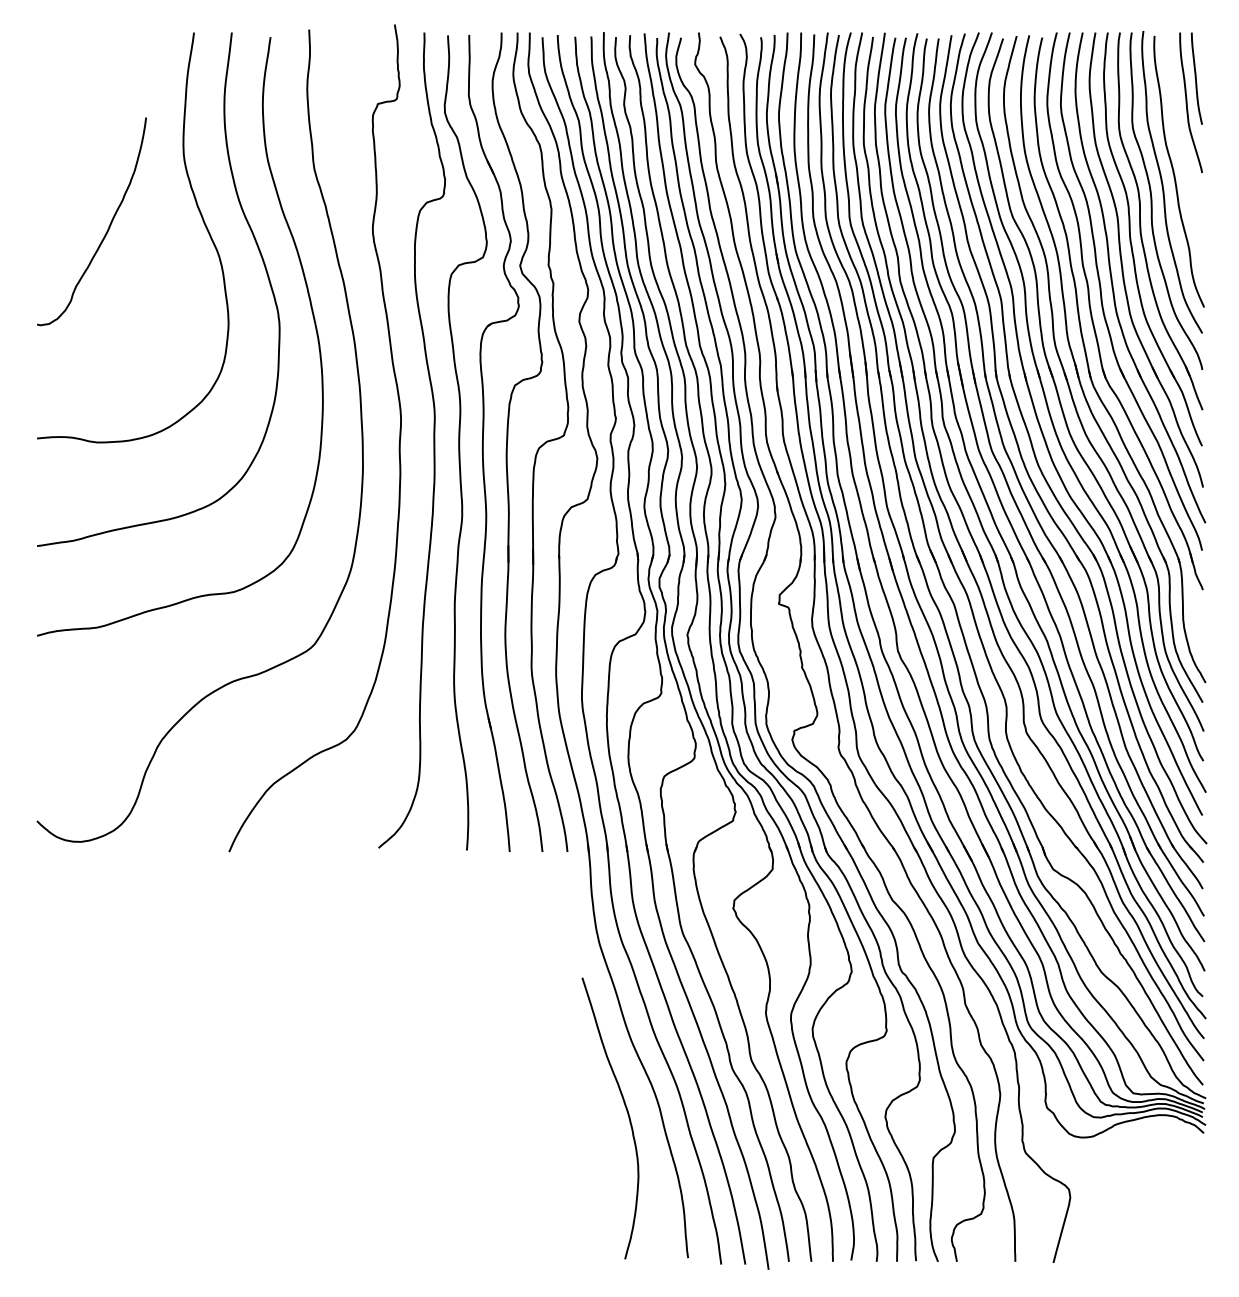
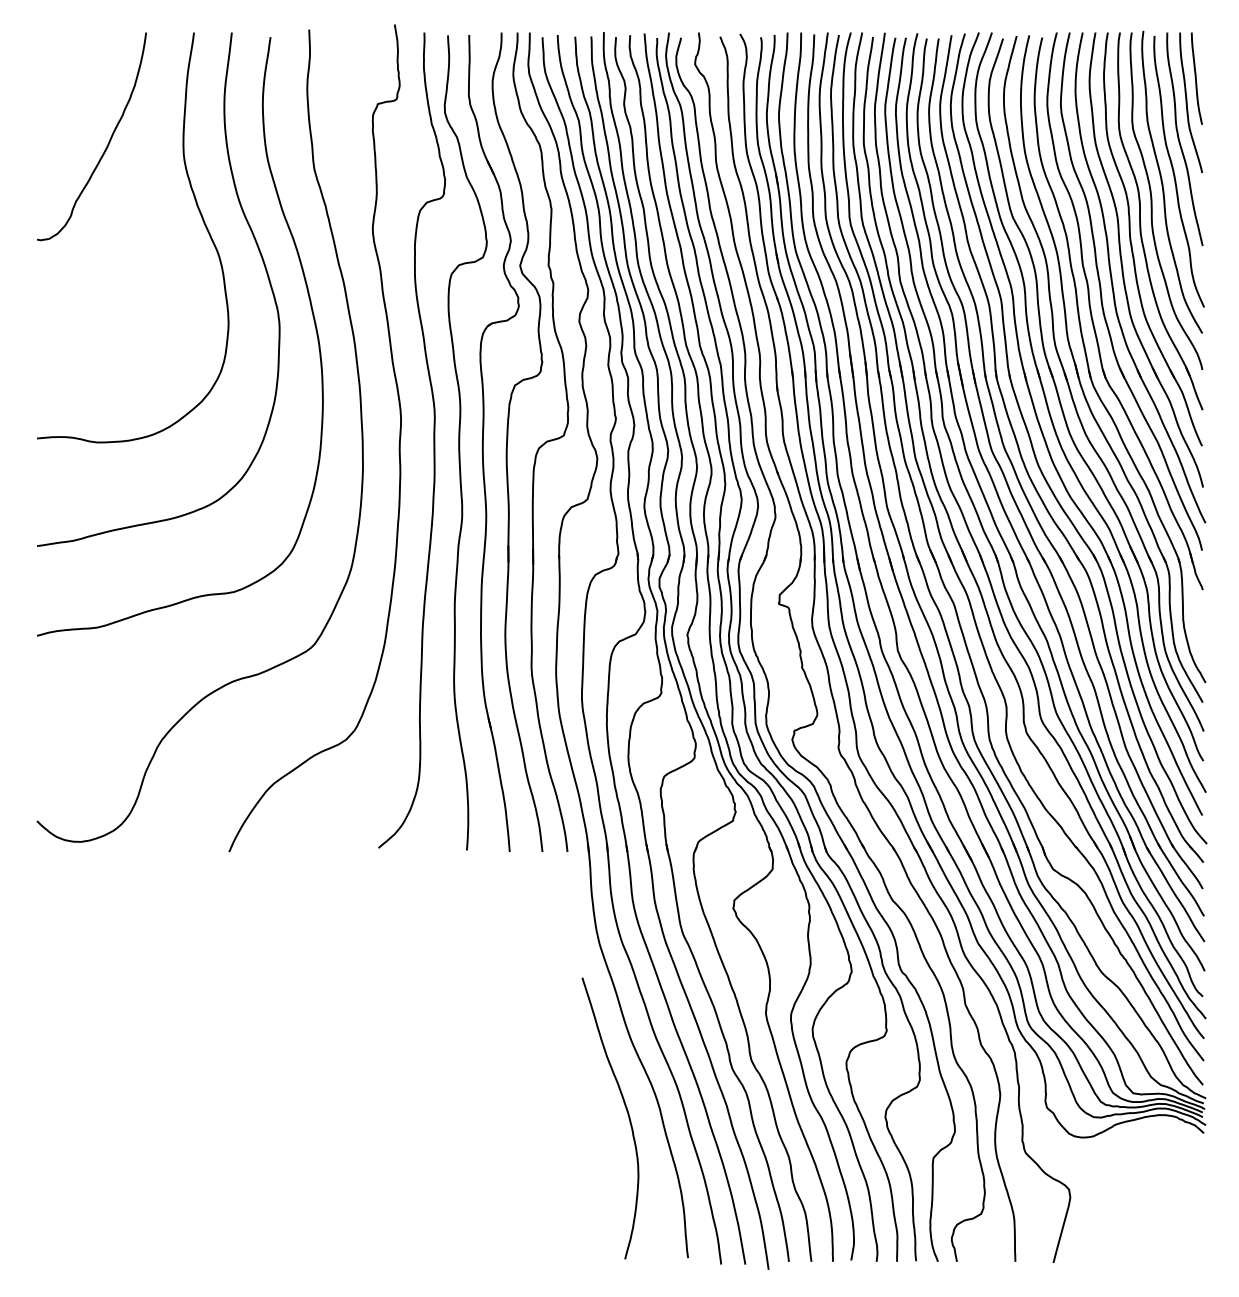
curve at (1180, 141): none -> present
curve at (107, 228) position: (107, 228) -> (107, 143)
